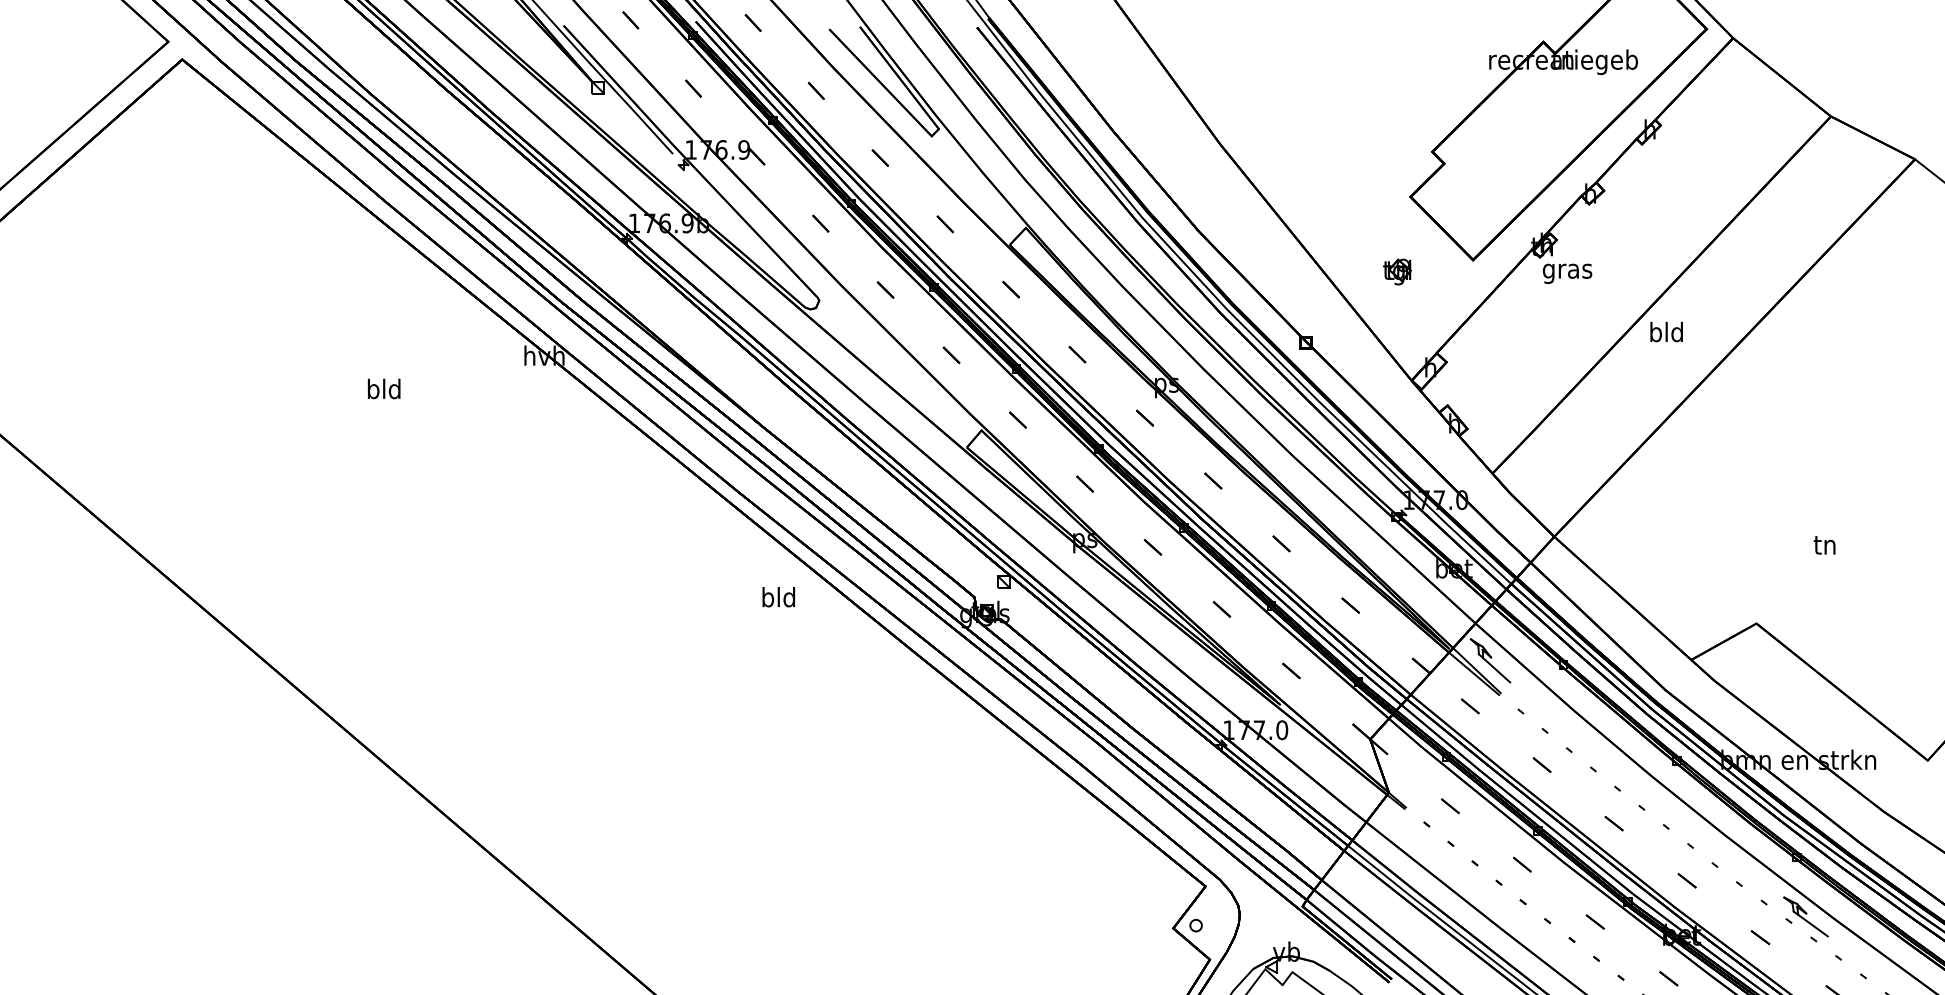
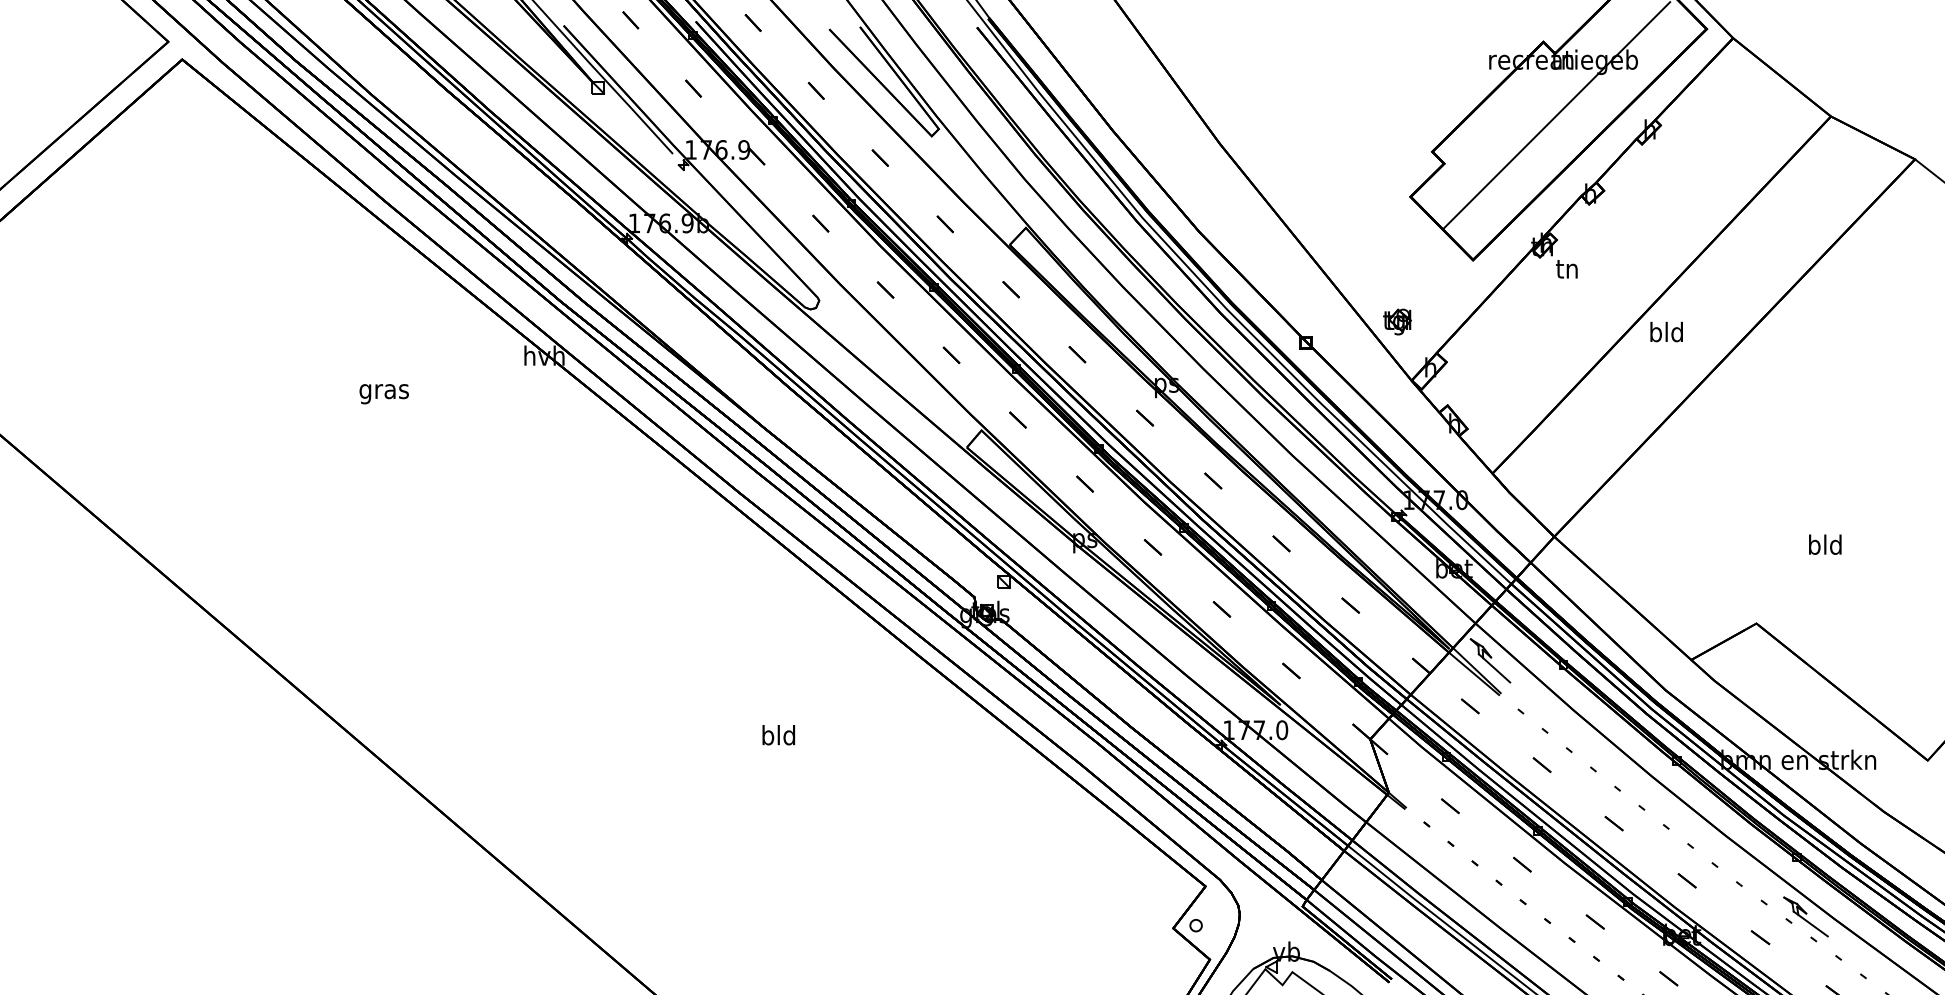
line at (1556, 115): none -> present
part at (1397, 271) position: (1397, 271) -> (1397, 321)
text at (1567, 271): gras -> tn
text at (383, 391): bld -> gras
text at (1825, 544): tn -> bld
text at (778, 597) position: (778, 597) -> (778, 735)
